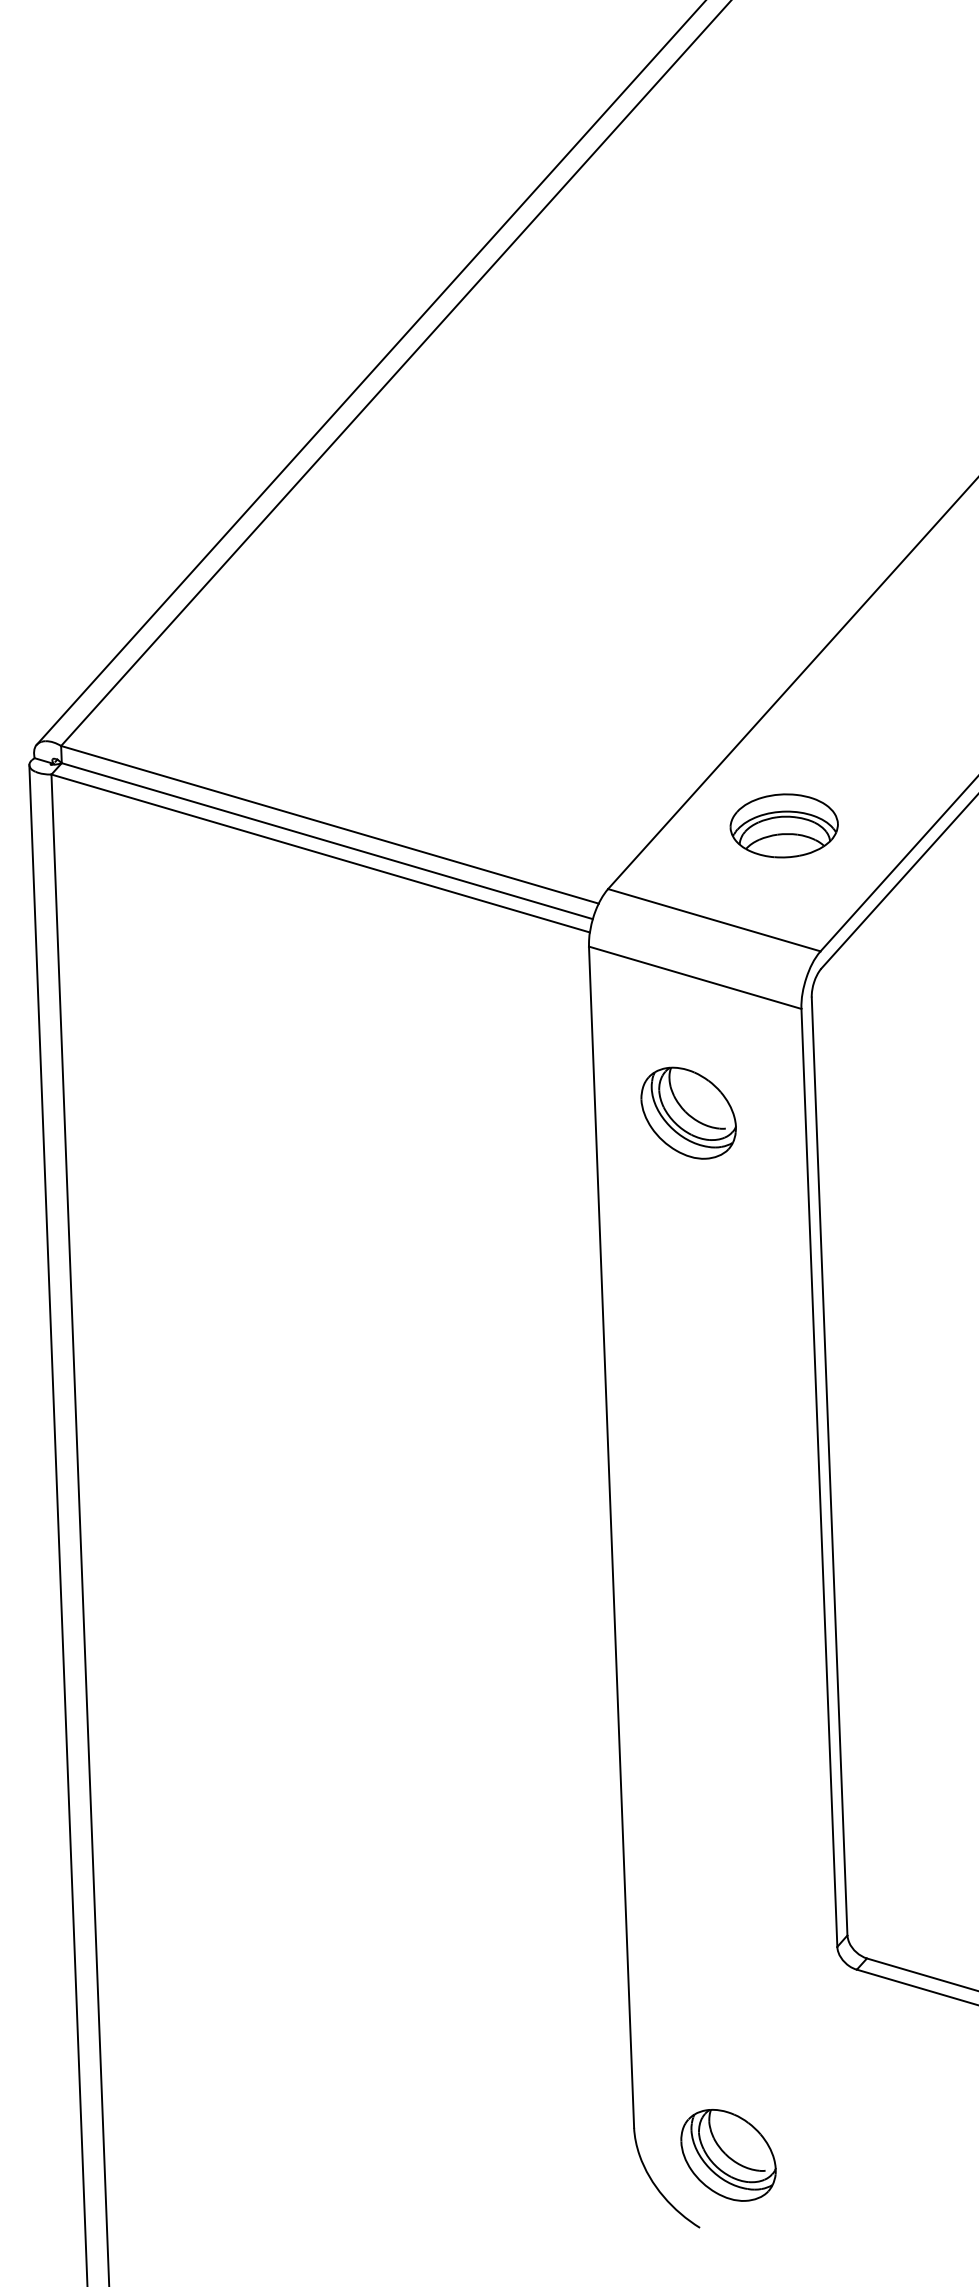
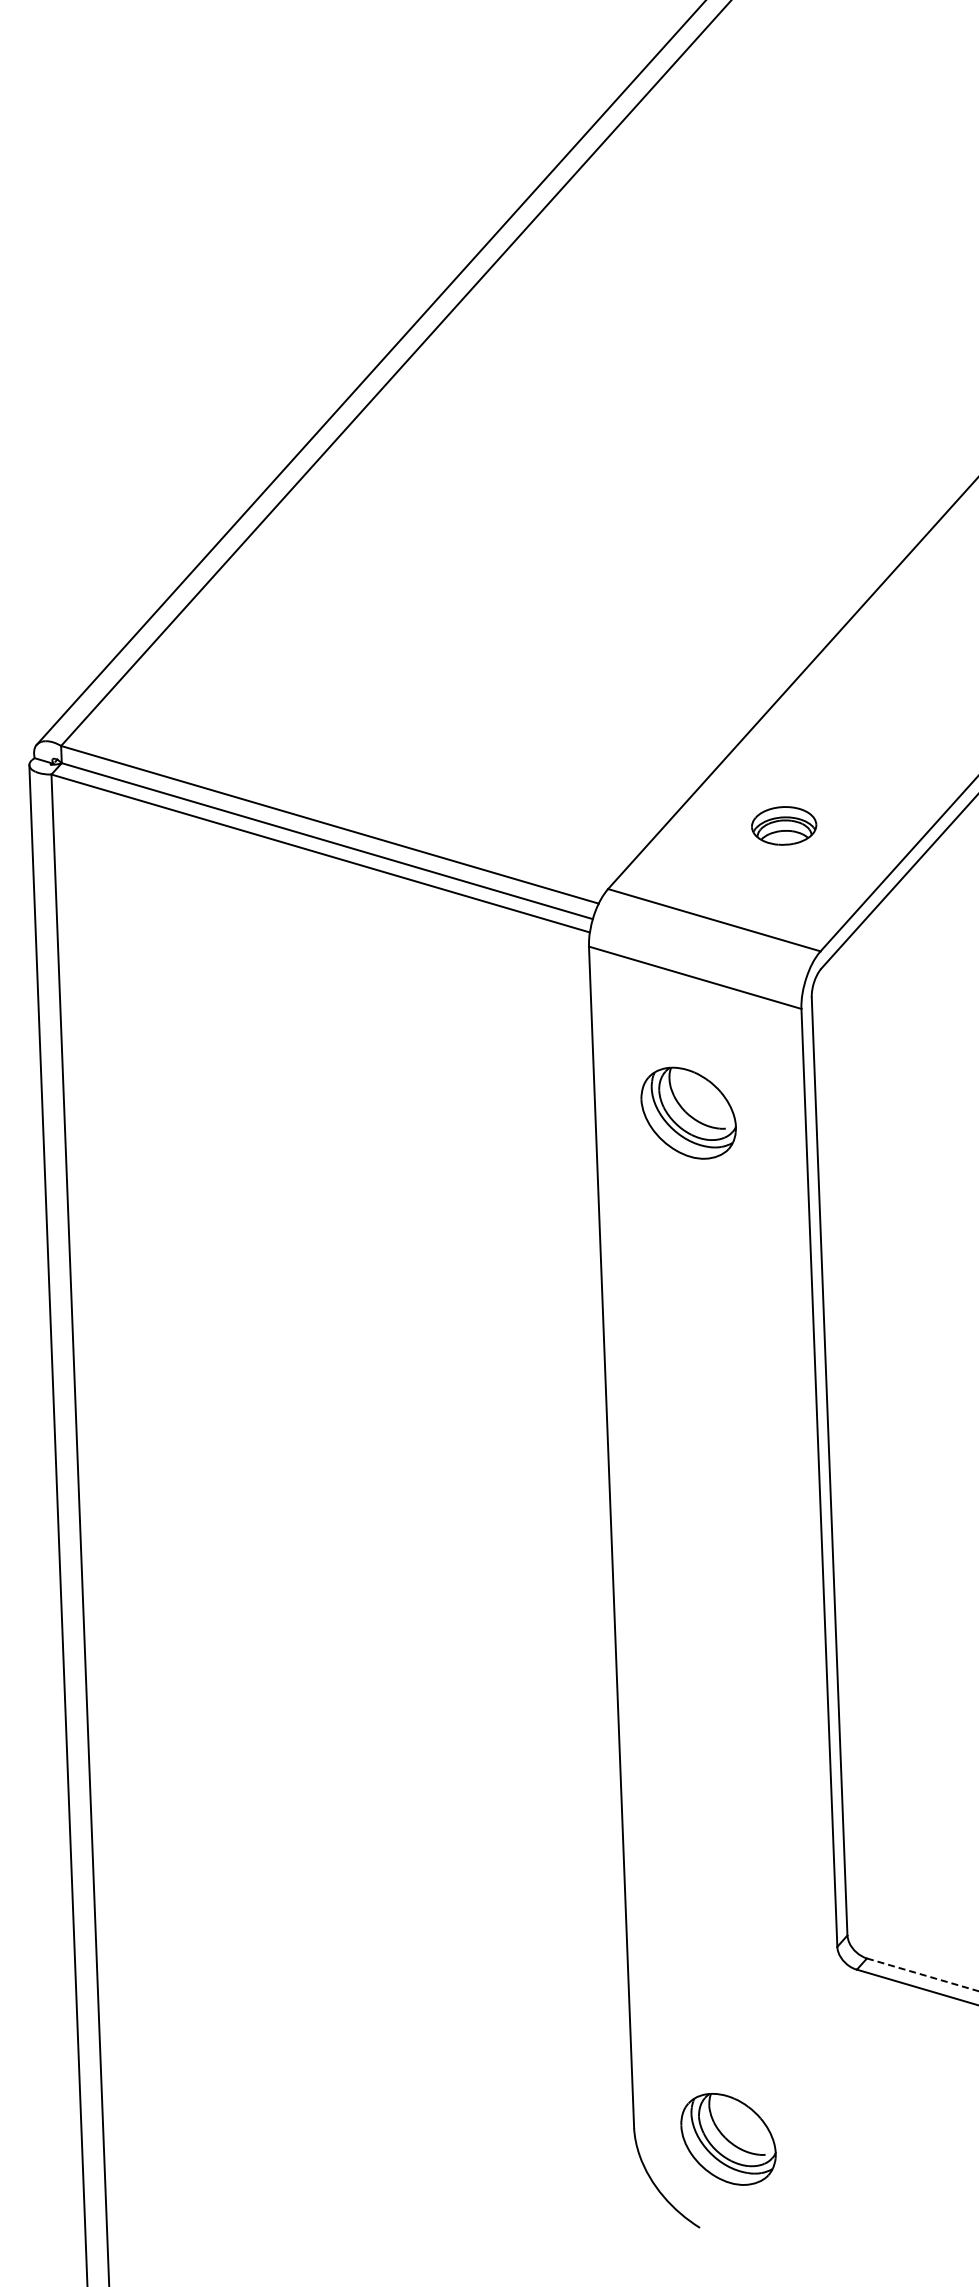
part at (783, 825) size: 110x66 px -> 67x40 px
line at (922, 1974): solid -> dashed
part at (728, 2155) position: (728, 2155) -> (728, 2139)
